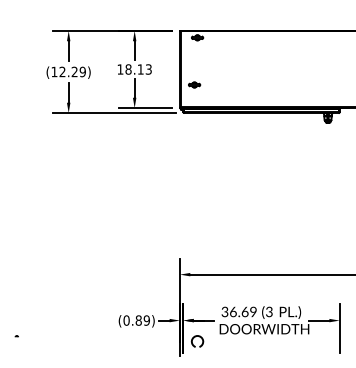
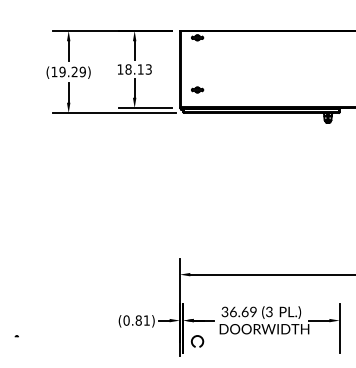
text at (62, 71): (12.29) -> (19.29)
part at (194, 84) position: (194, 84) -> (197, 89)
text at (146, 320): (0.89) -> (0.81)
